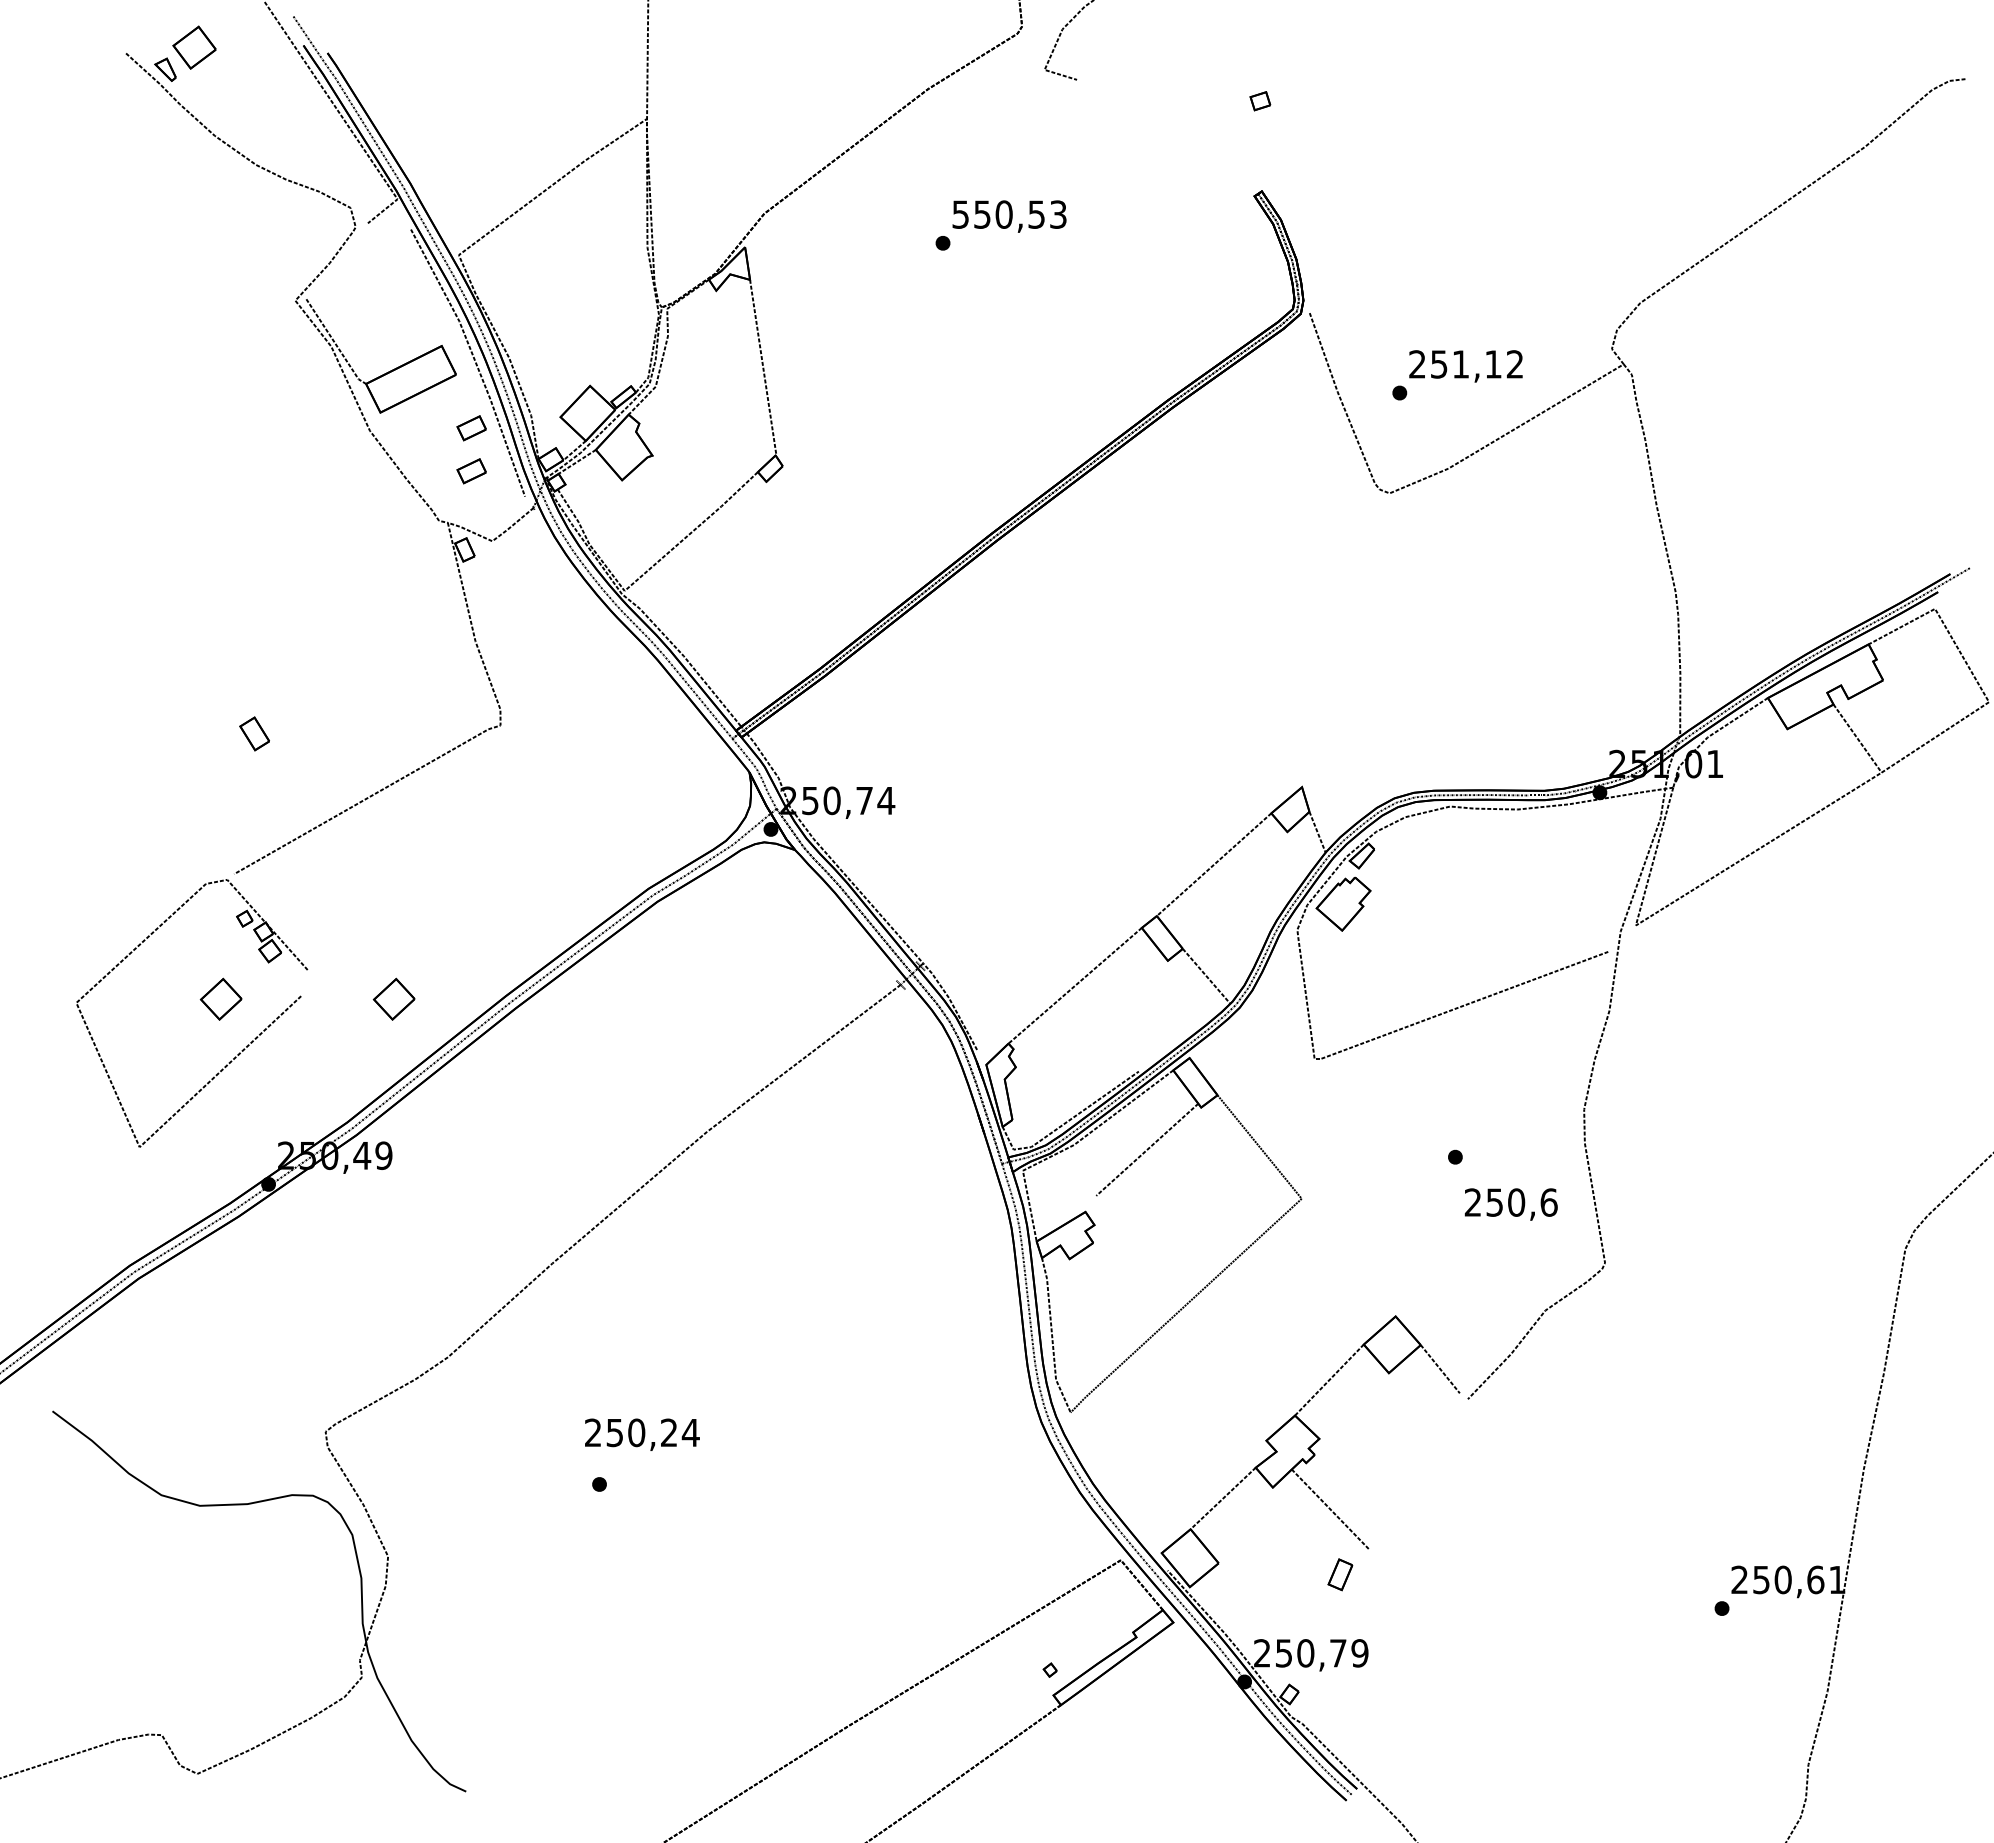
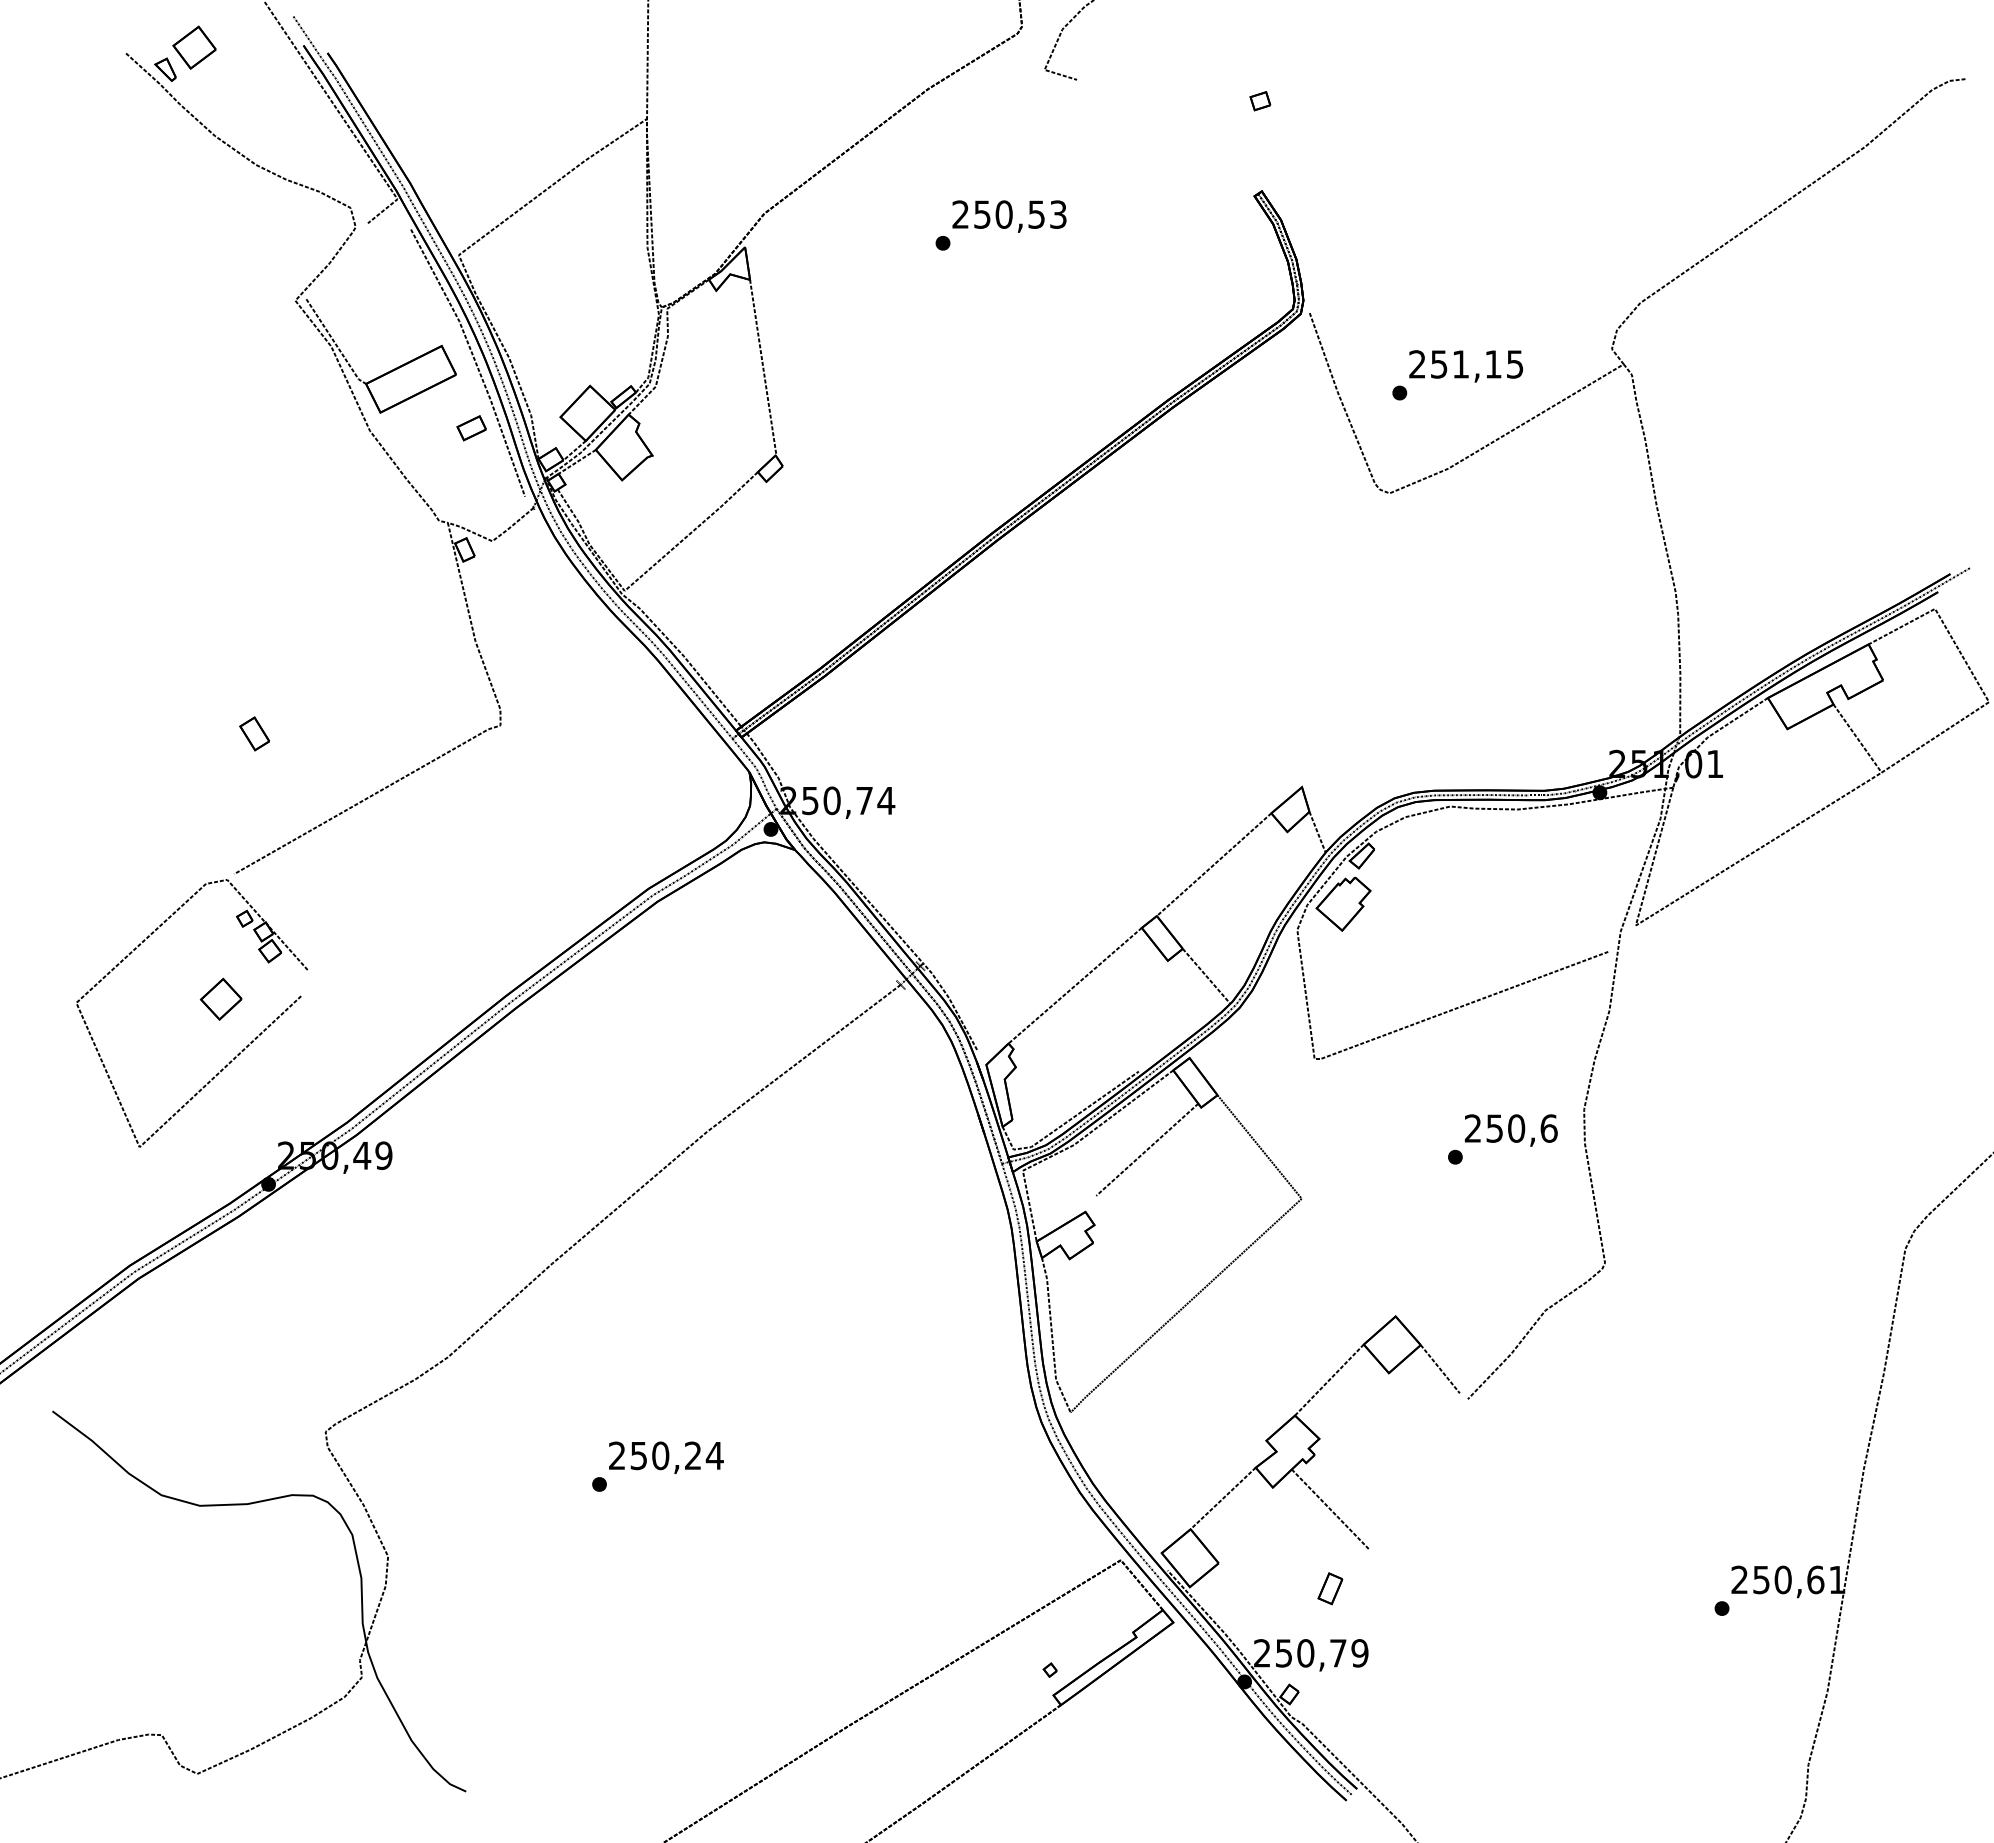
text at (960, 214): 550,53 -> 250,53
text at (1514, 364): 251,12 -> 251,15
part at (471, 471): present -> none
part at (393, 998): present -> none
text at (1510, 1204) position: (1510, 1204) -> (1510, 1130)
text at (642, 1434) position: (642, 1434) -> (666, 1457)
part at (1340, 1574) position: (1340, 1574) -> (1330, 1588)
